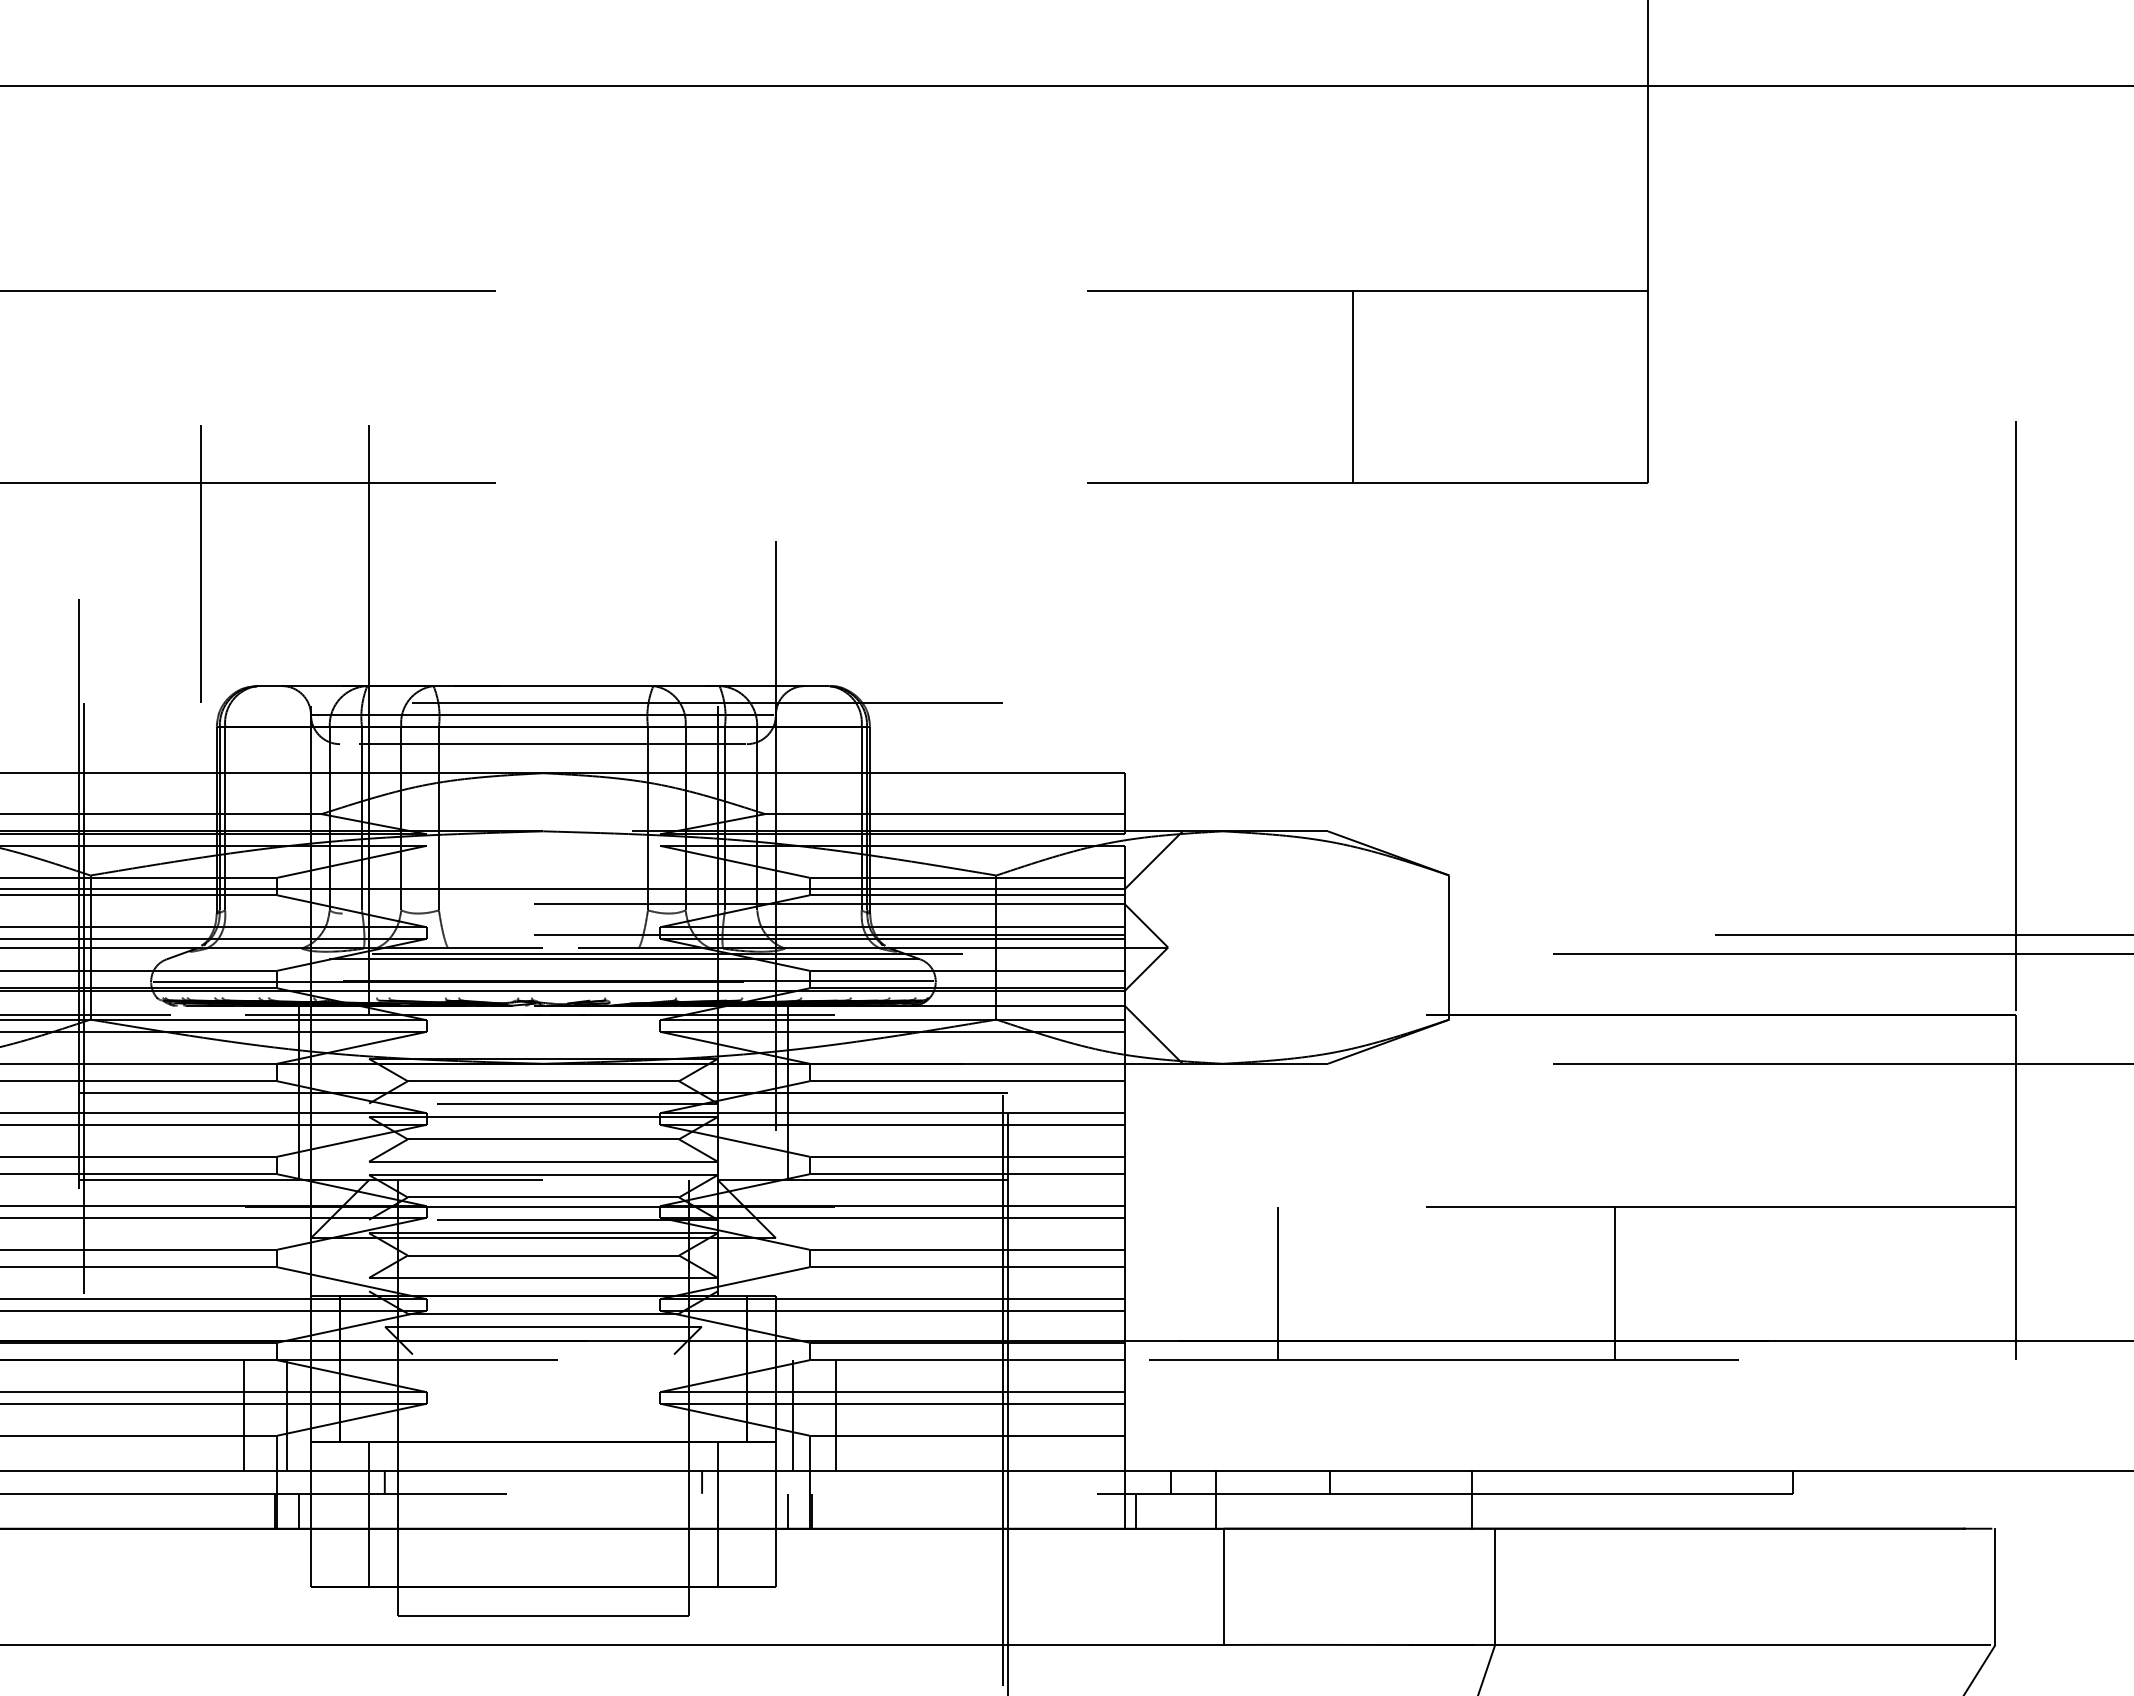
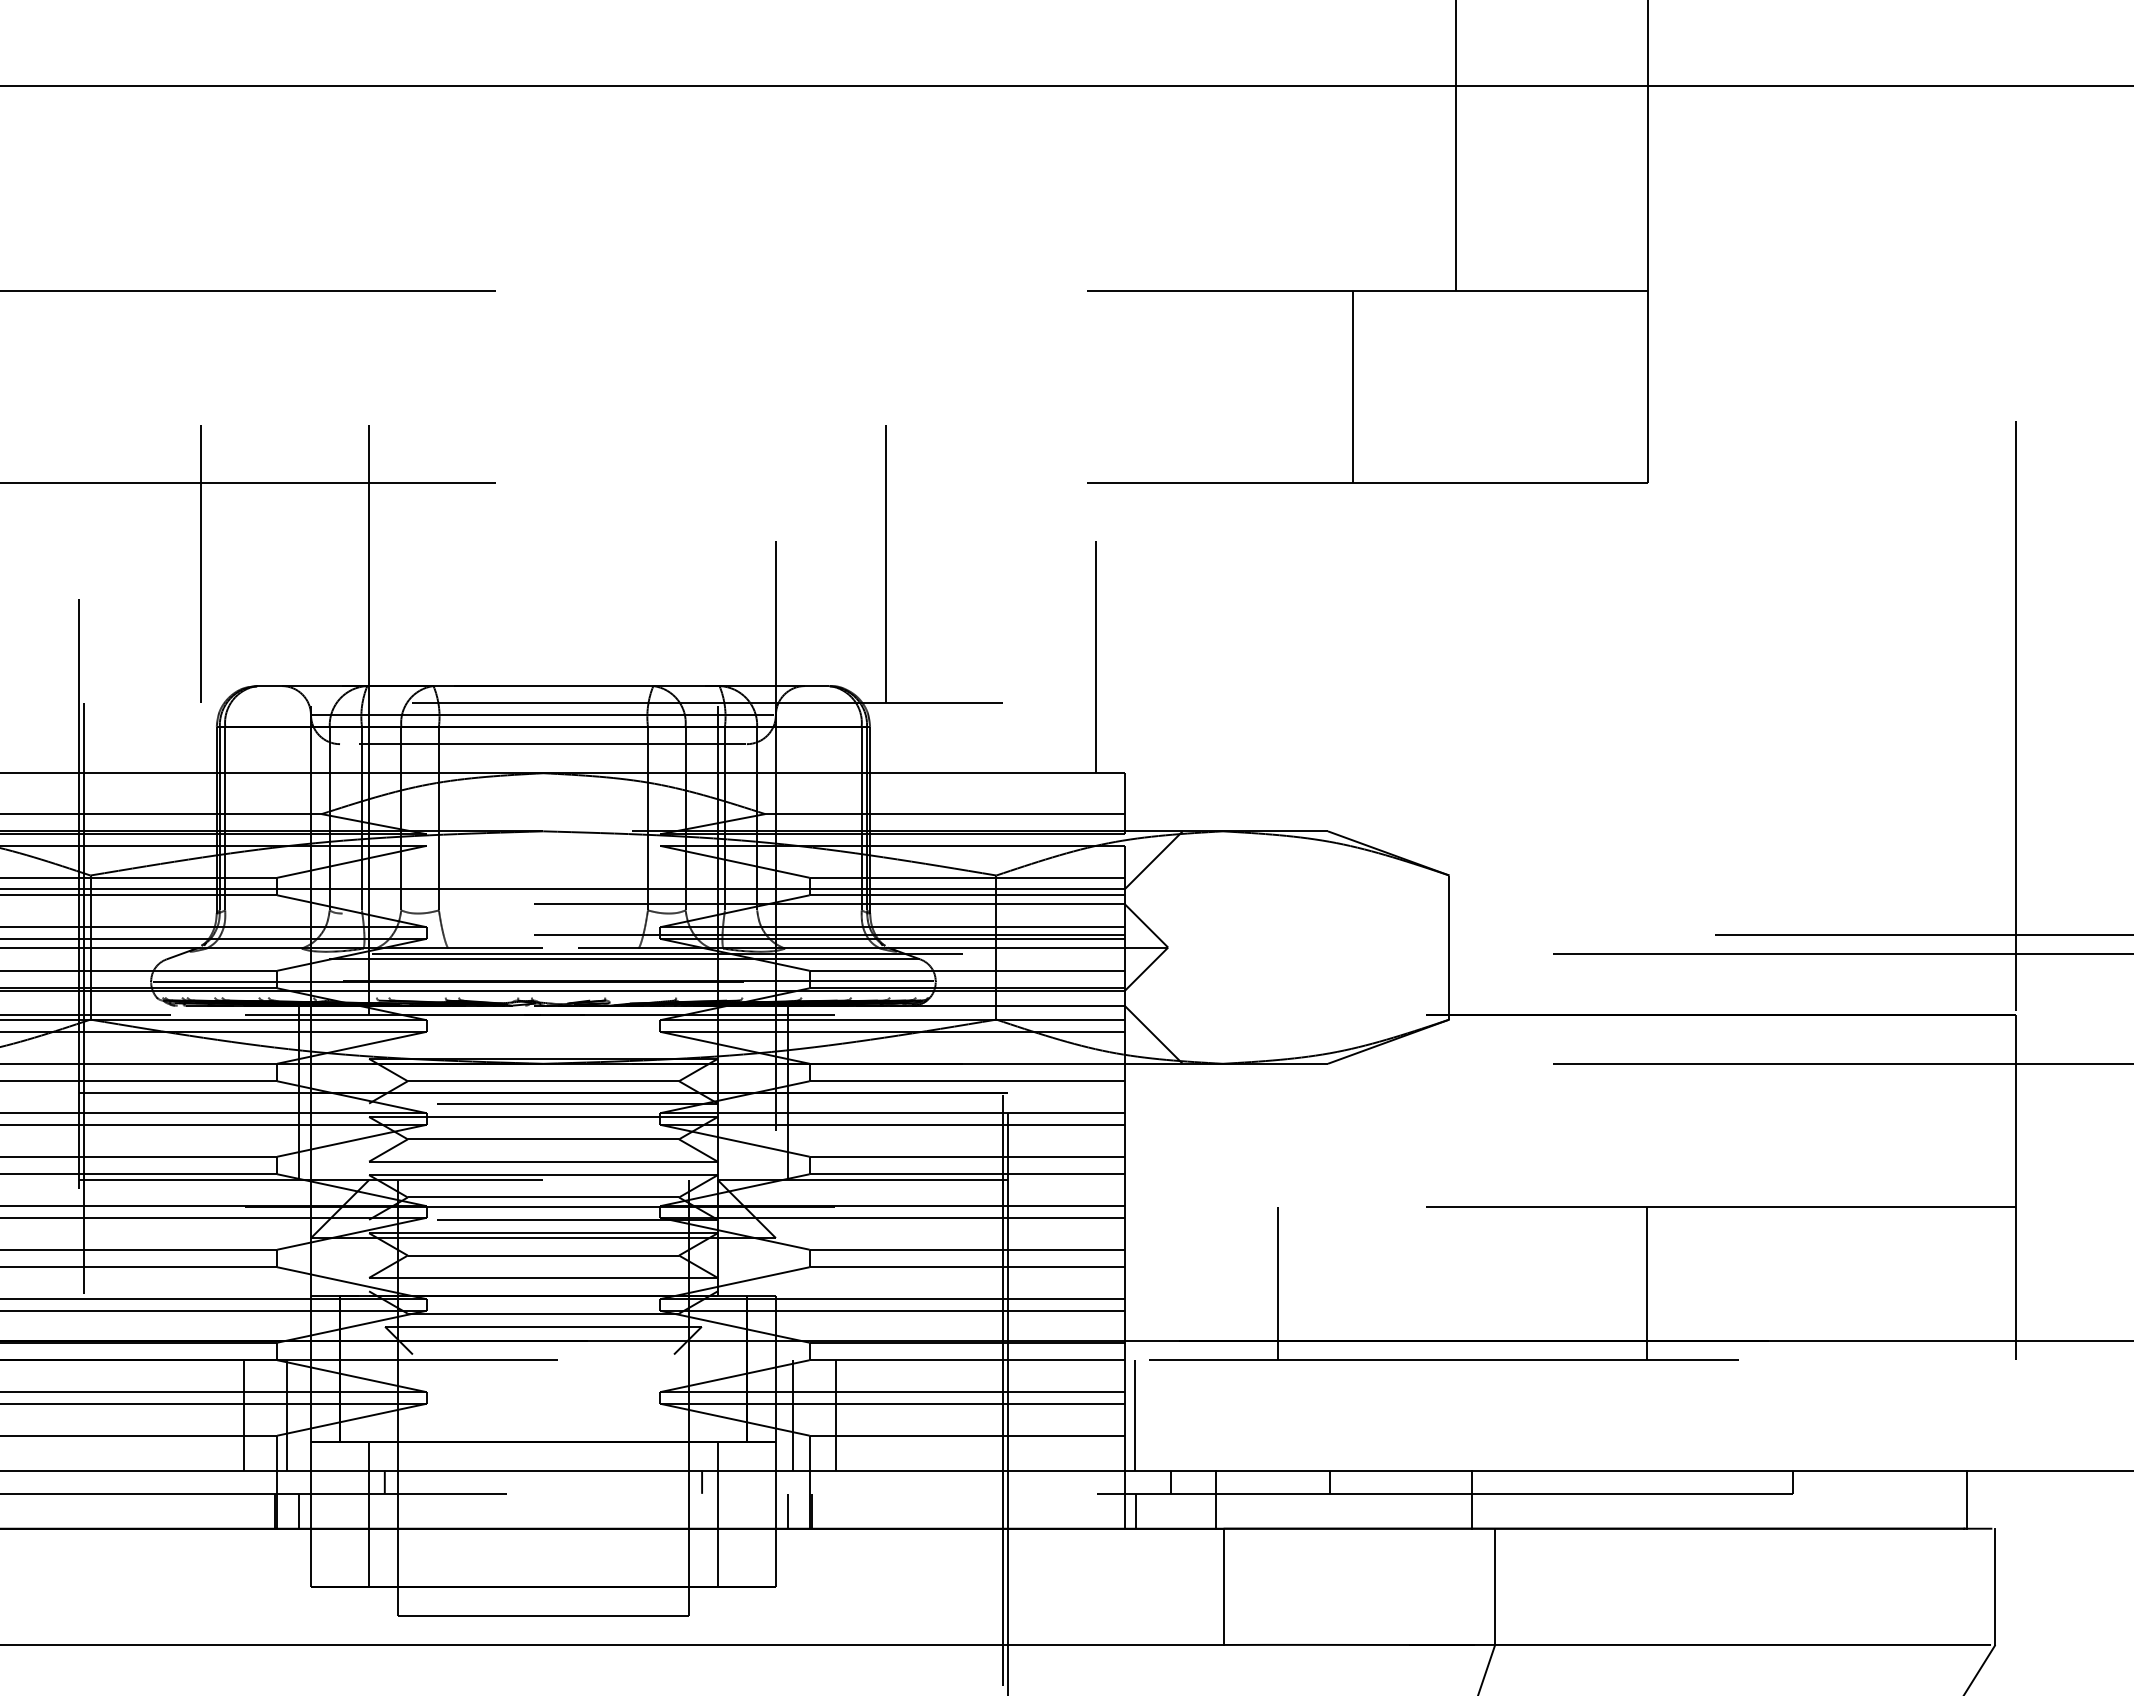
line at (1455, 146): none -> present
line at (886, 563): none -> present
line at (1095, 656): none -> present
line at (1615, 1283) position: (1615, 1283) -> (1647, 1283)
line at (1134, 1415): none -> present
line at (1967, 1499): none -> present
